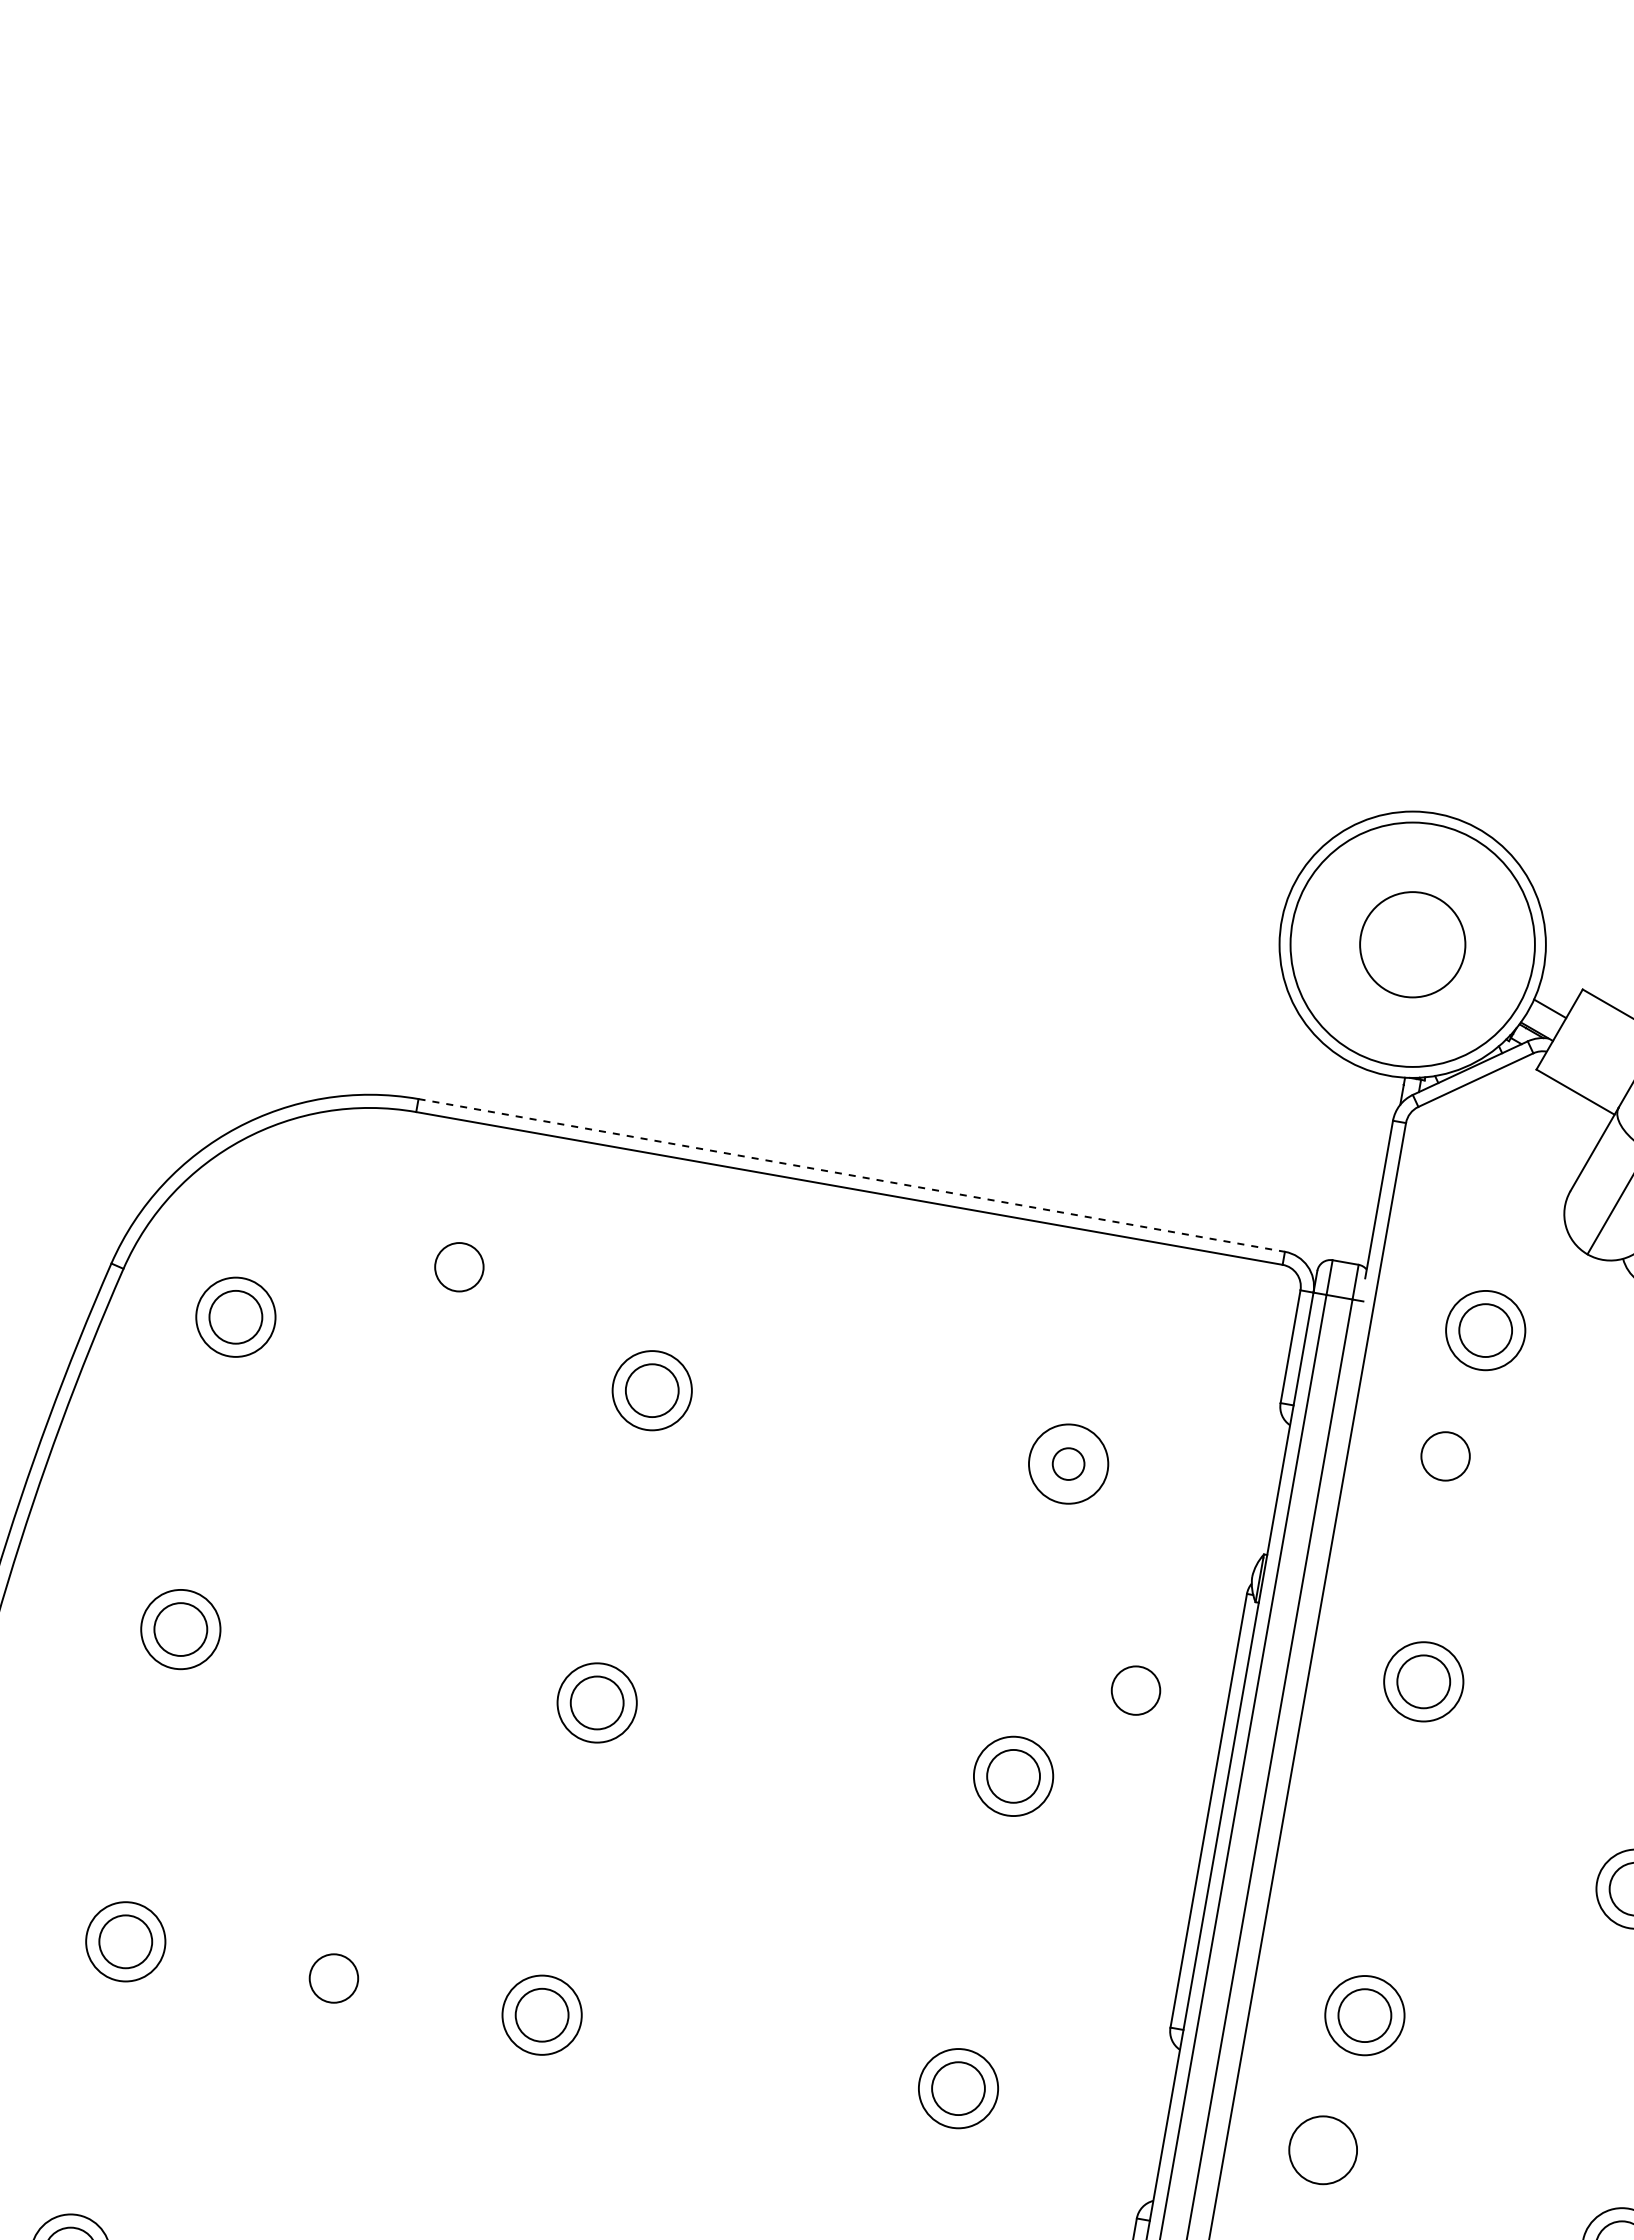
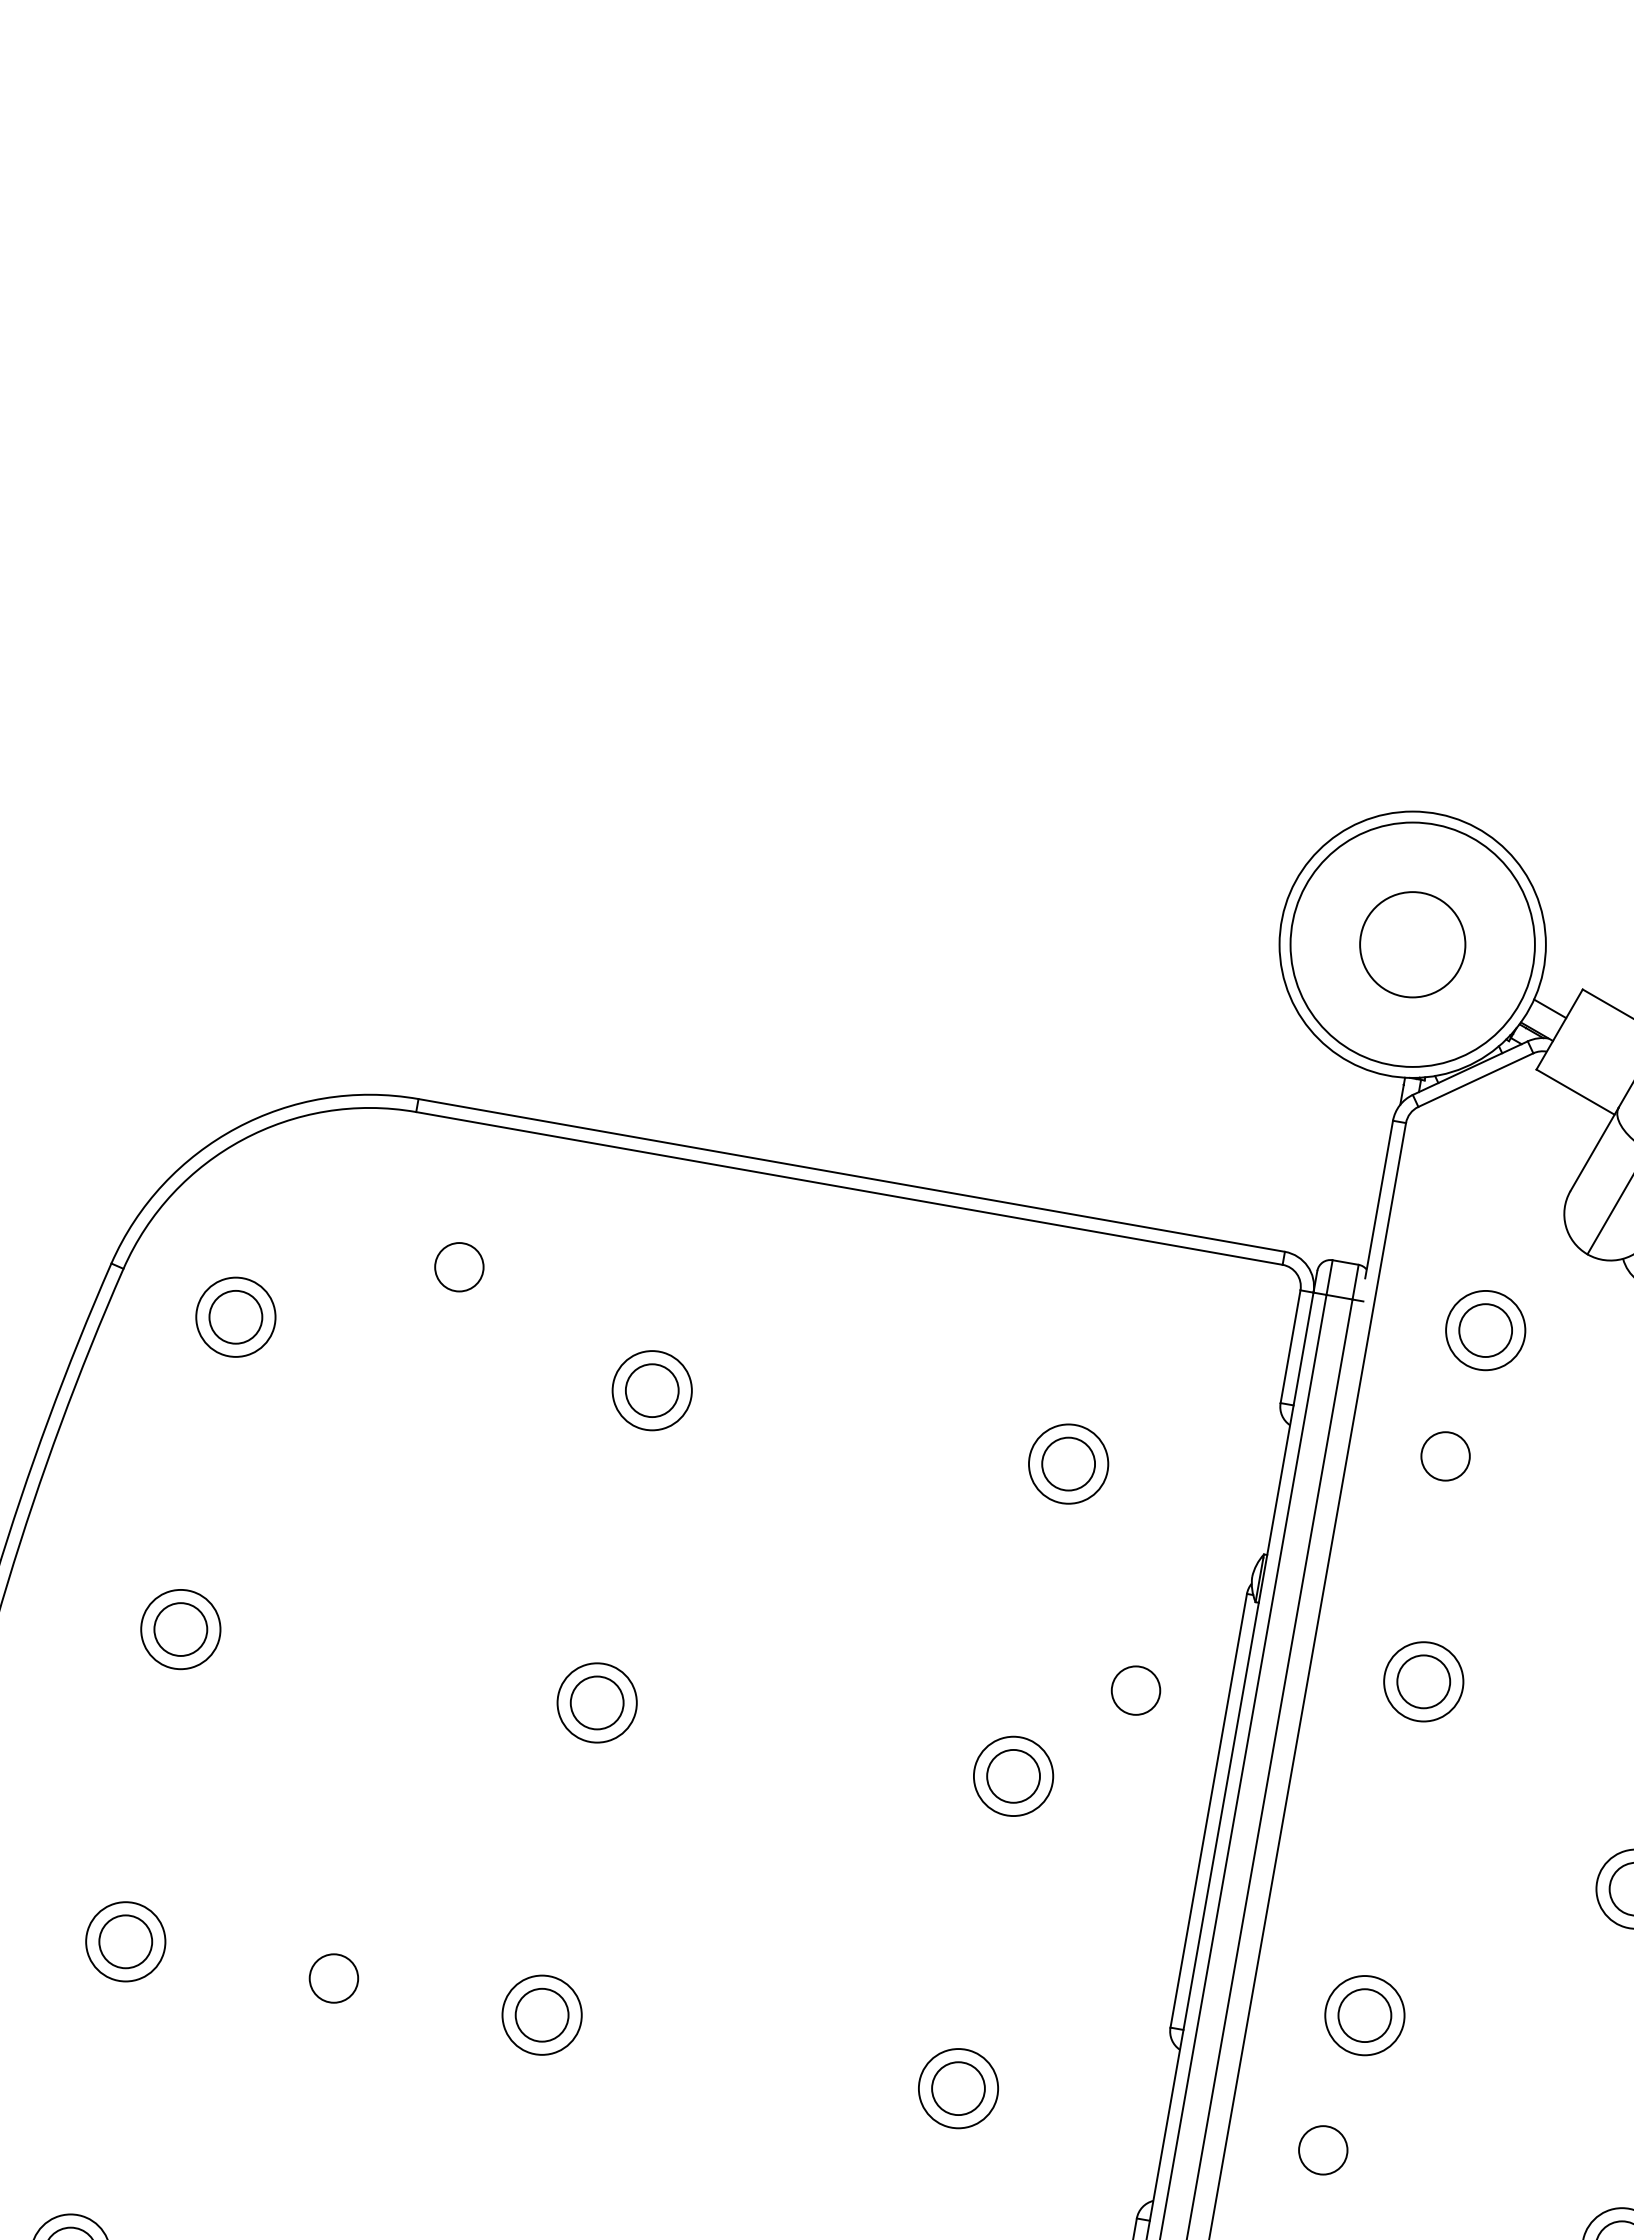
line at (851, 1175): dashed -> solid
circle at (1068, 1463) diameter: 32 px -> 53 px
circle at (1322, 2150) size: 70x71 px -> 51x51 px
